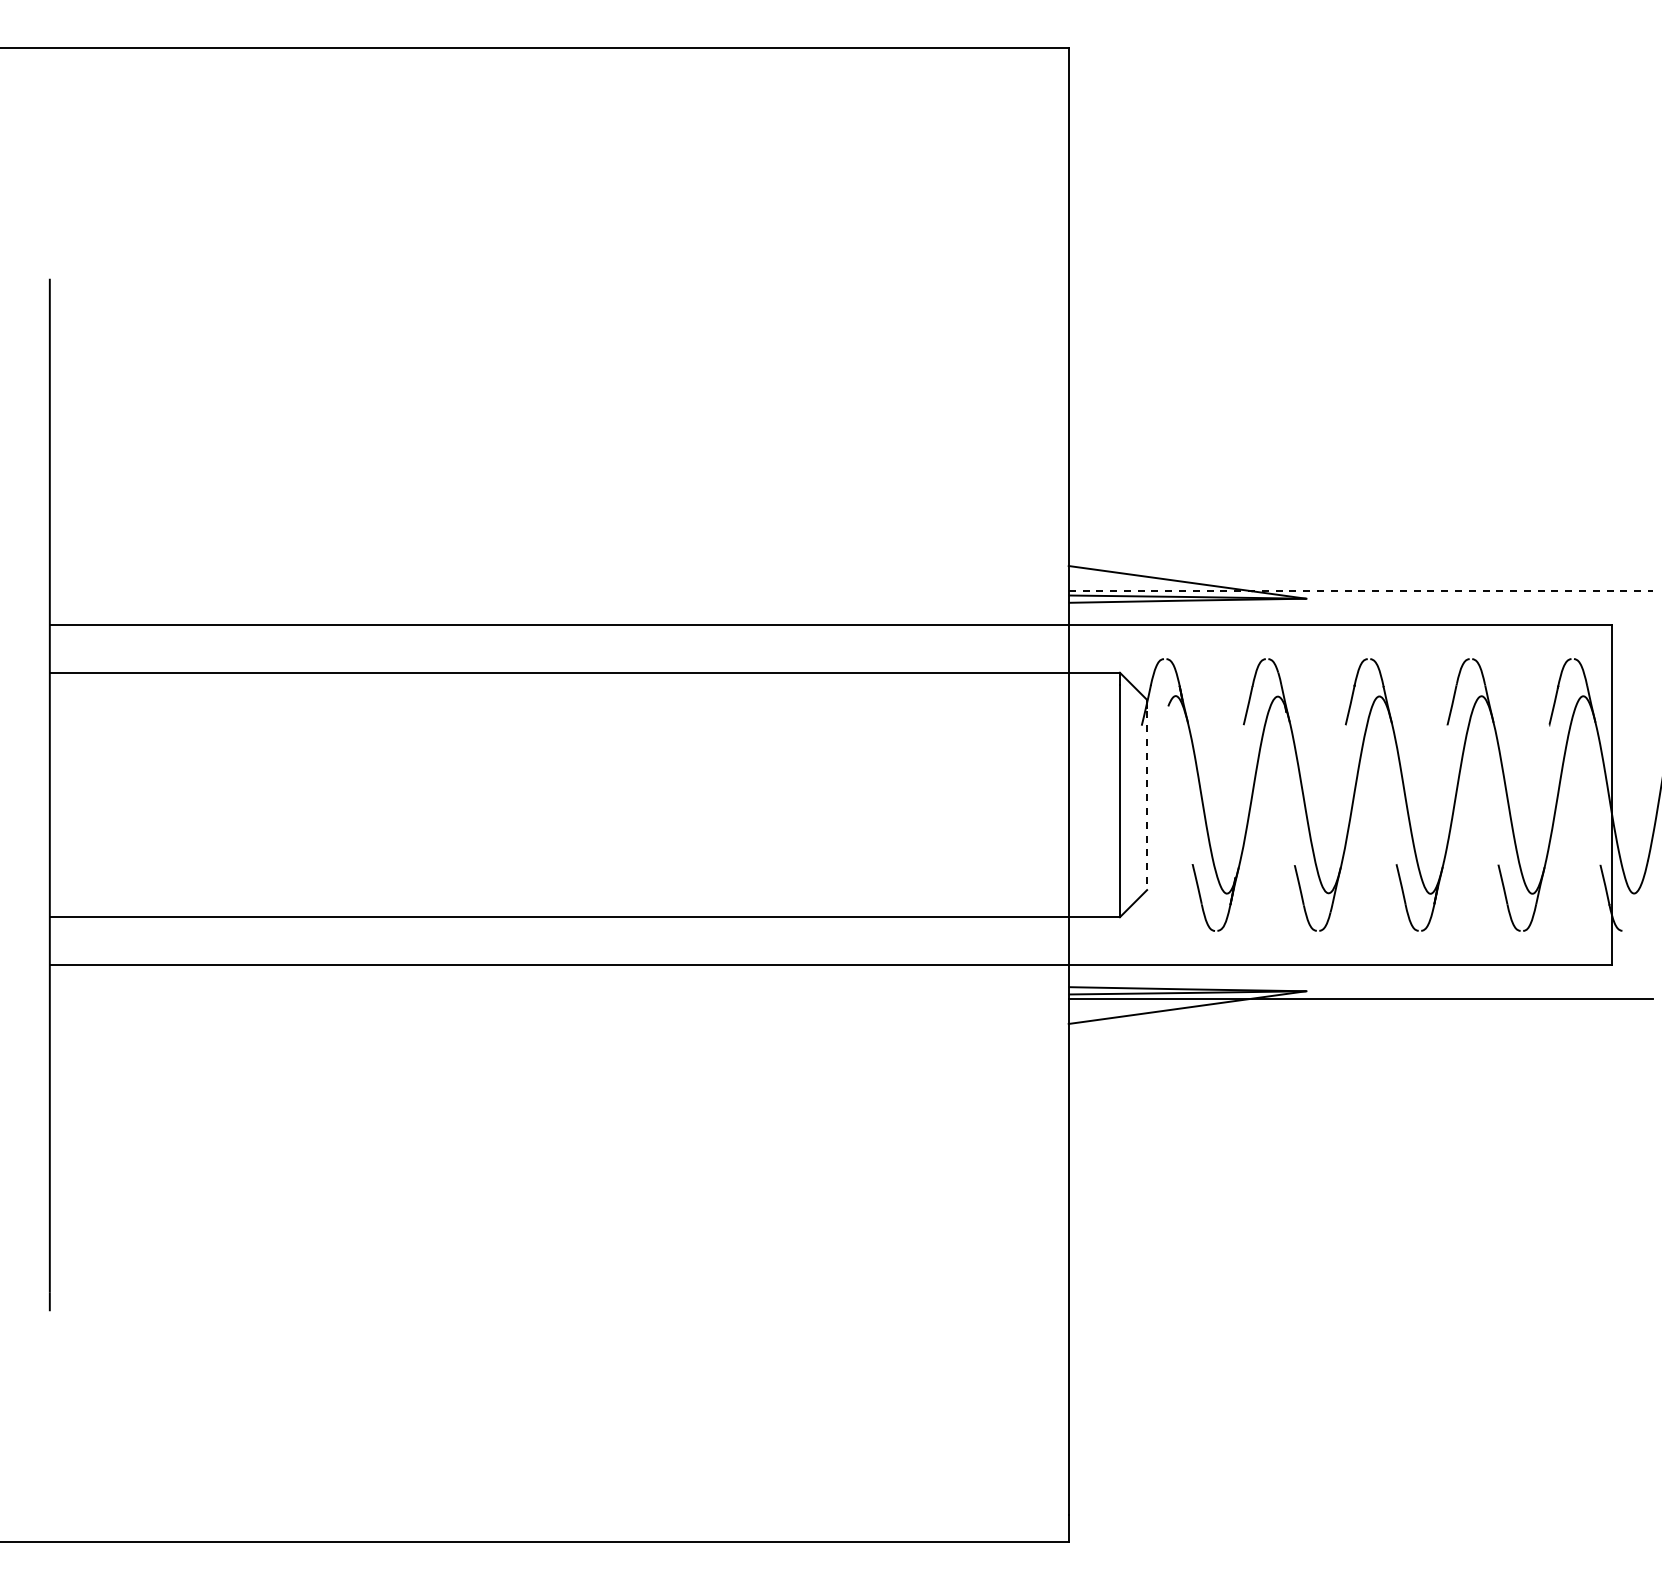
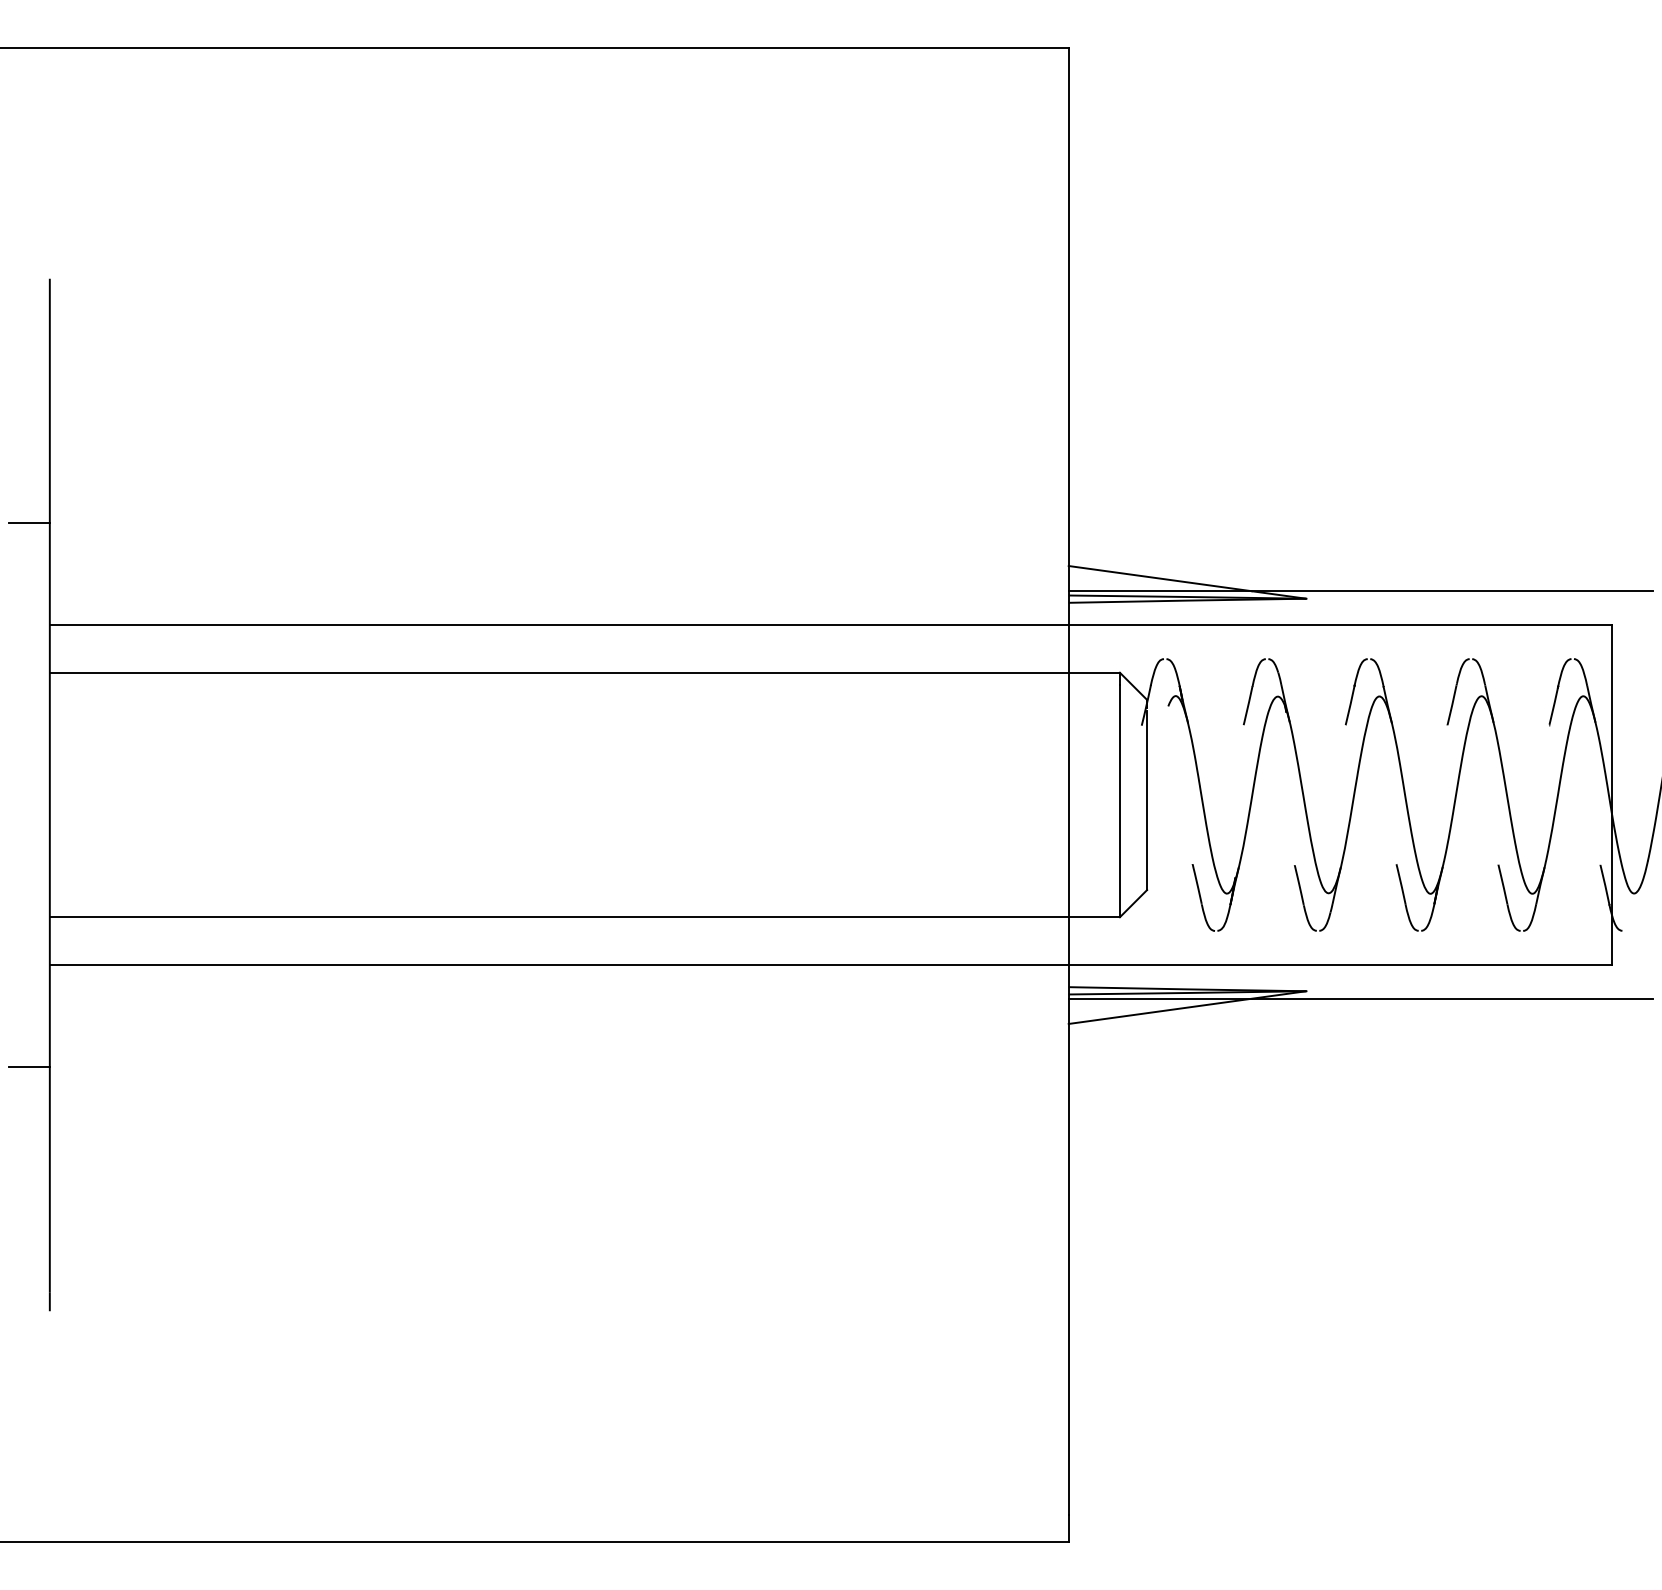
line at (29, 523): none -> present
line at (1361, 591): dashed -> solid
line at (1147, 801): dashed -> solid
line at (29, 1066): none -> present
